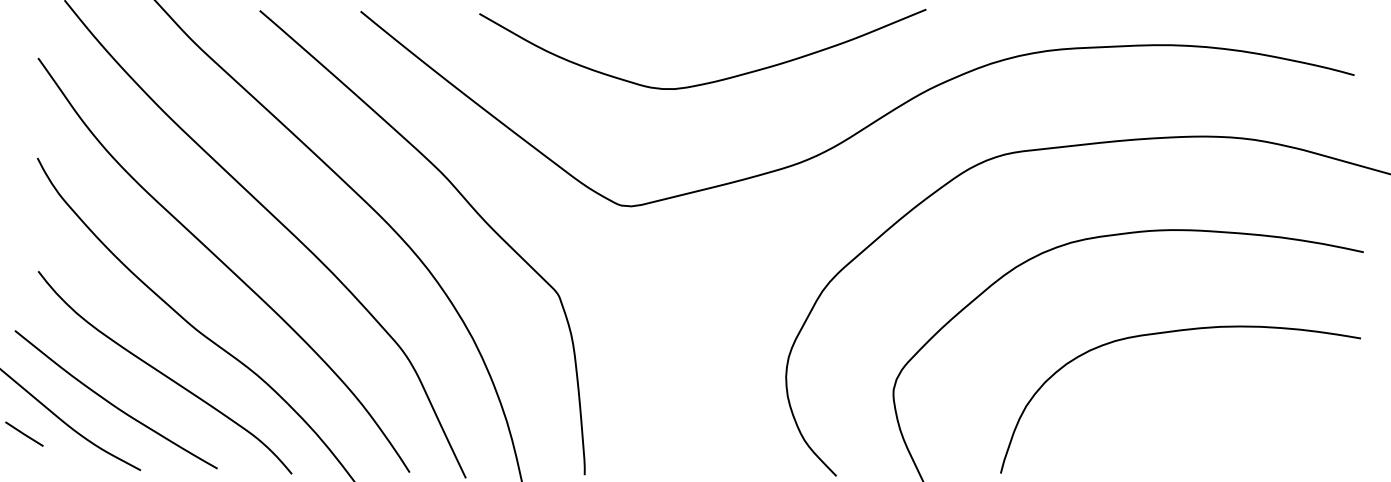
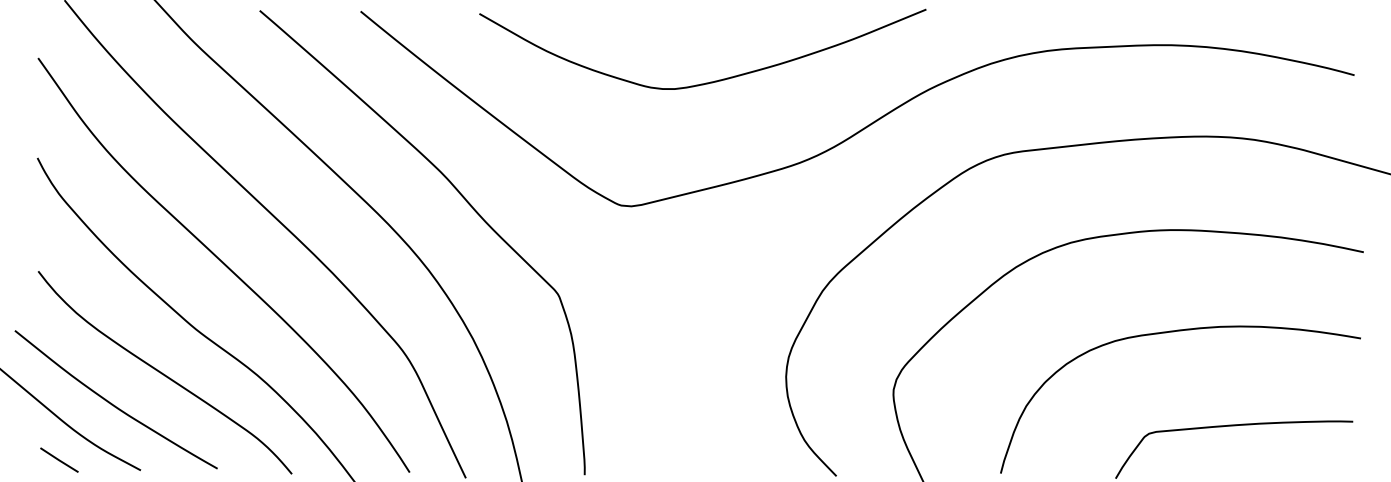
curve at (1234, 426): none -> present
line at (24, 433) position: (24, 433) -> (59, 459)
